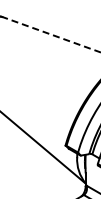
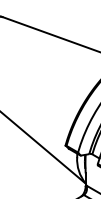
line at (51, 34): dashed -> solid
